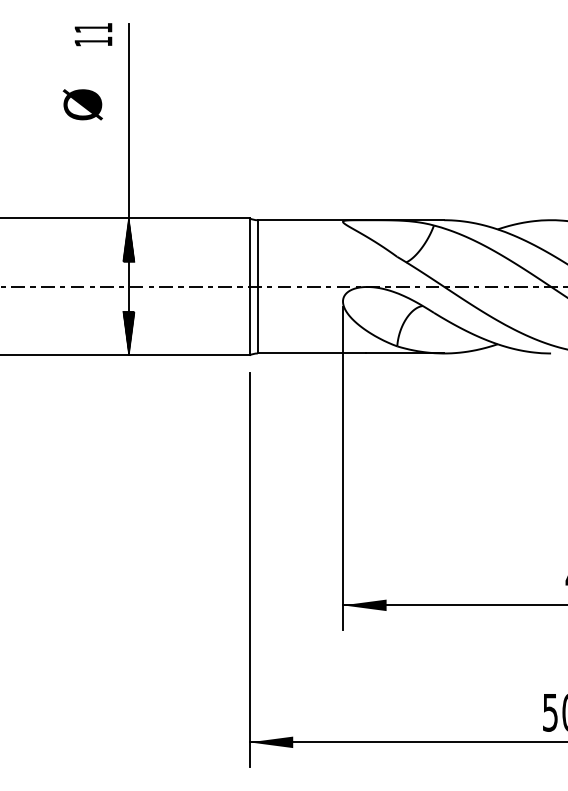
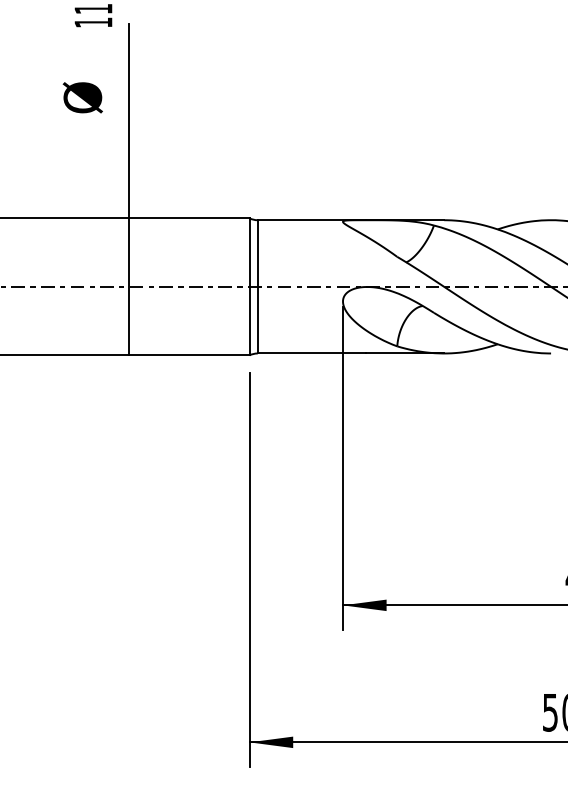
text at (93, 34) position: (93, 34) -> (93, 15)
text at (82, 104) position: (82, 104) -> (82, 97)
hatch at (128, 239): present -> none
hatch at (128, 333): present -> none
